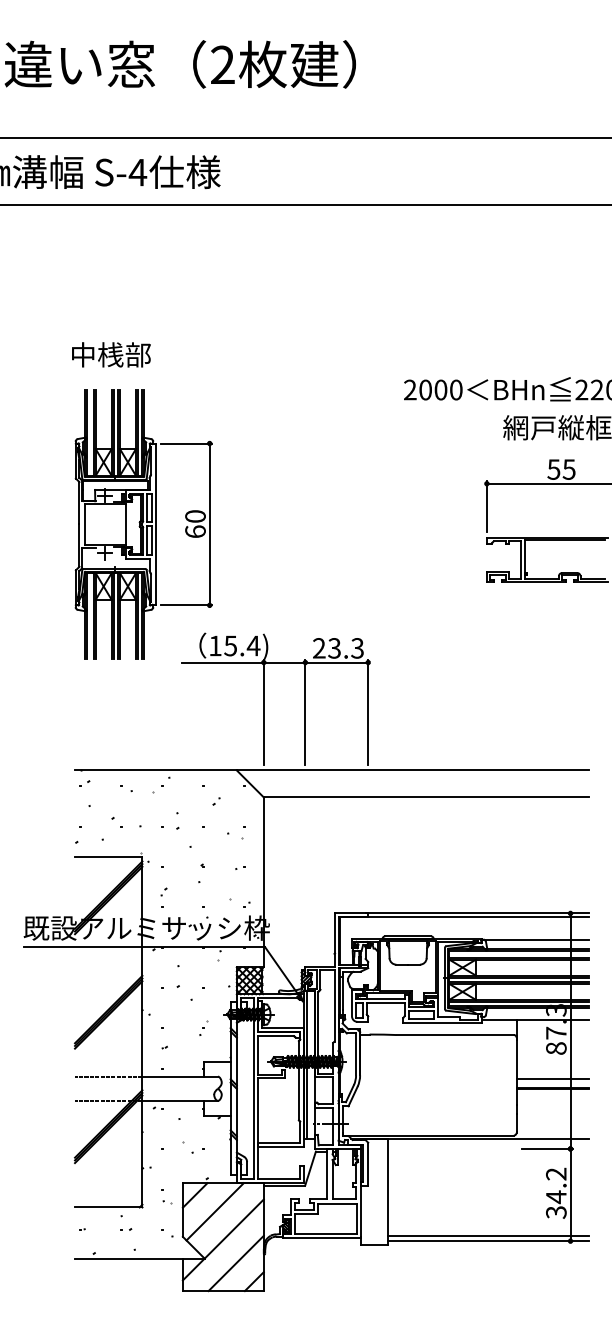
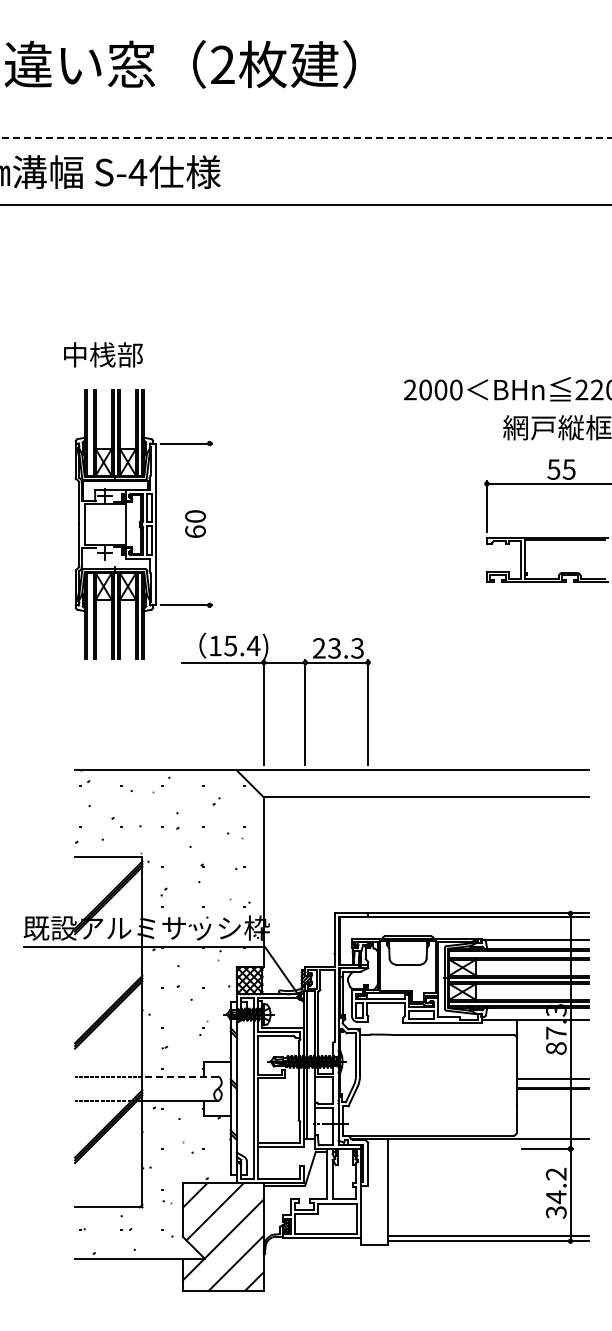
line at (305, 137): solid -> dashed
text at (111, 354) position: (111, 354) -> (103, 354)
line at (209, 524): present -> none
line at (180, 1076): solid -> dashed
